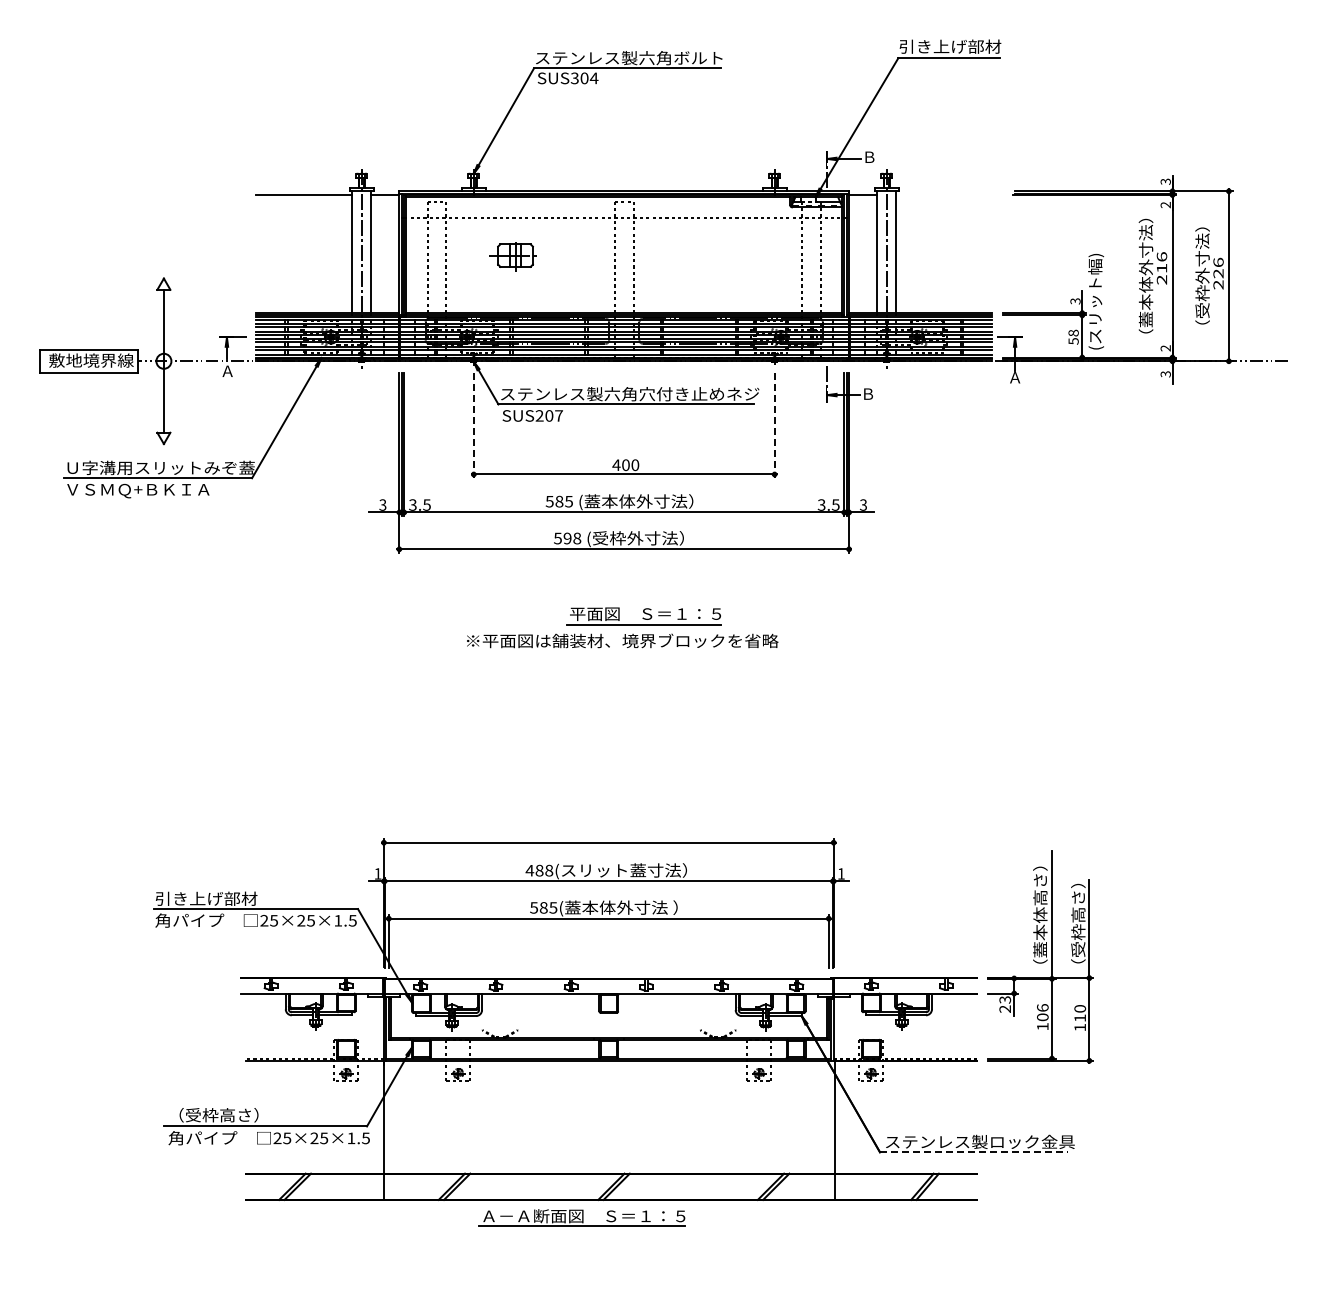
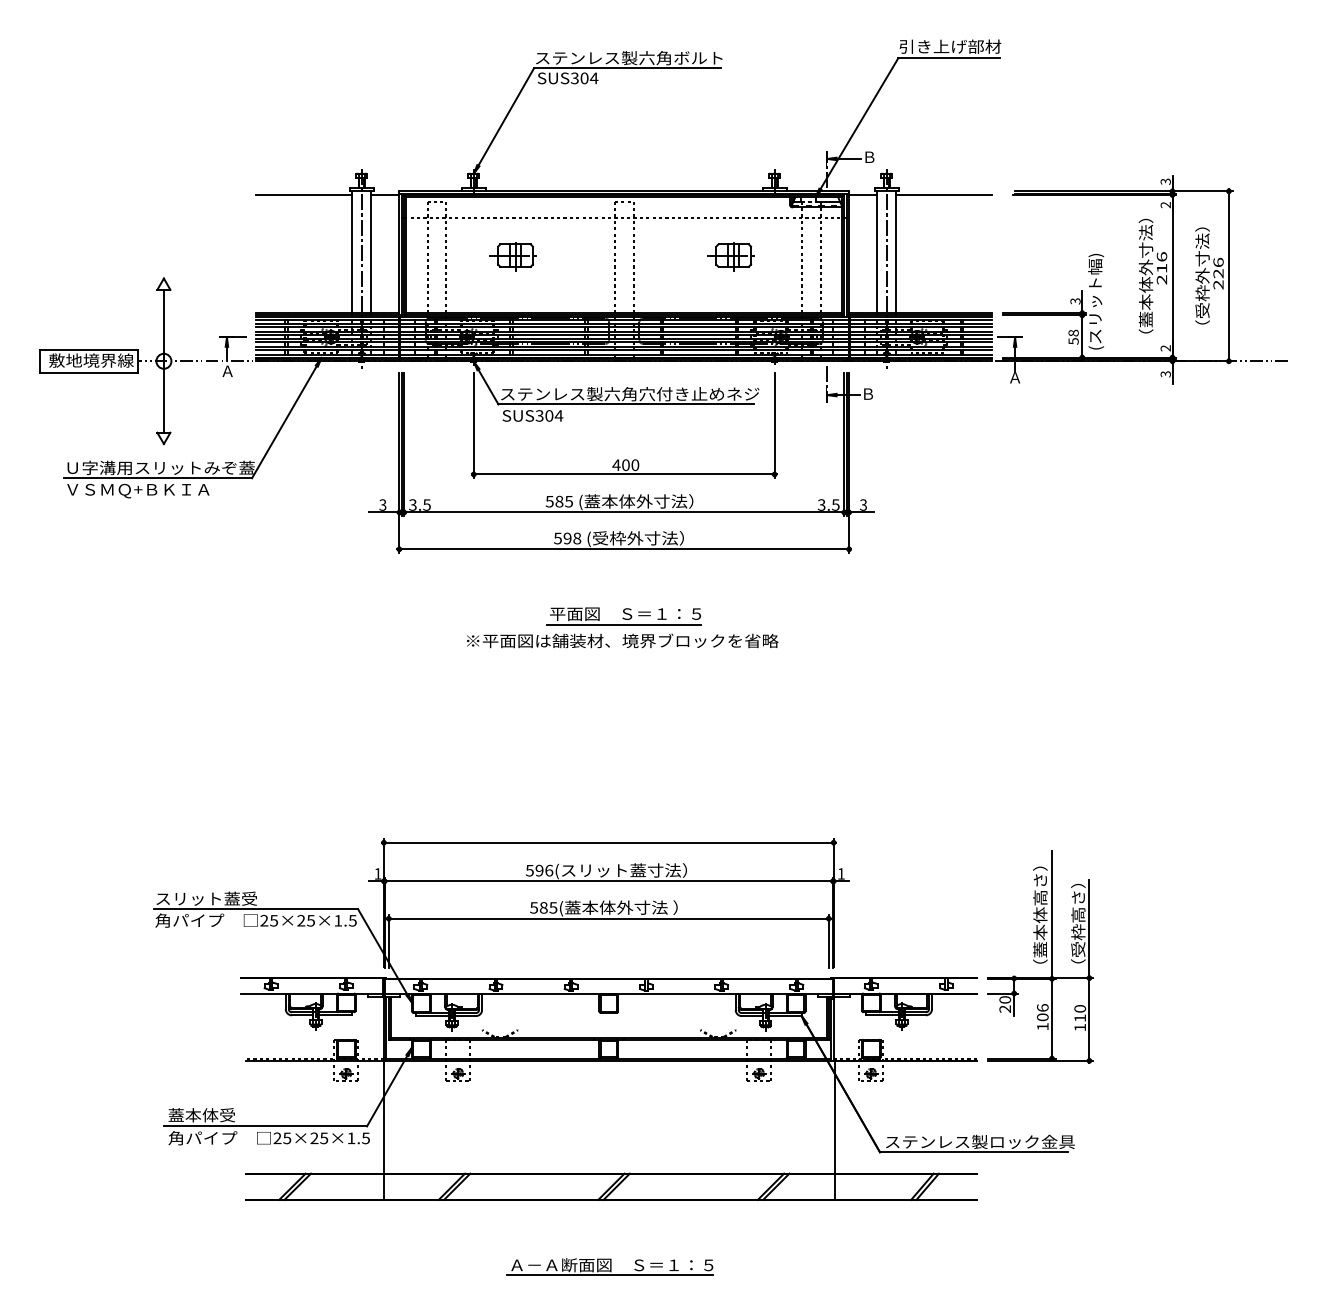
line at (944, 195): none -> present
part at (730, 256): none -> present
text at (549, 415): SUS207 -> SUS304
line at (473, 425): dashed -> solid
line at (774, 425): dashed -> solid
part at (643, 616) position: (643, 616) -> (623, 616)
text at (539, 870): 488( -> 596(
text at (206, 898): 引き上げ部材 -> スリット蓋受
text at (1004, 999): 23 -> 20
text at (213, 1115): （受枠高さ） -> 蓋本体受
line at (974, 1152): dashed -> solid
part at (581, 1217) position: (581, 1217) -> (609, 1266)
